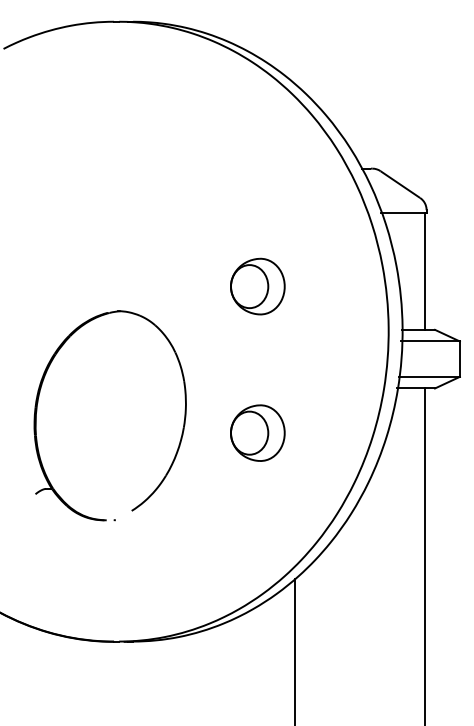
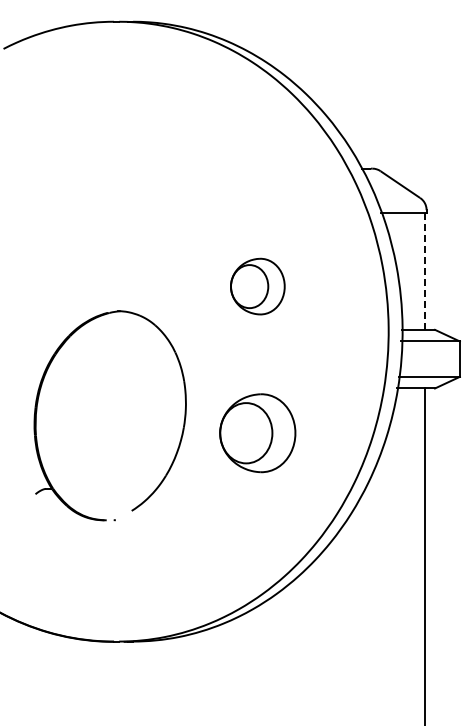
line at (425, 271): solid -> dashed
part at (257, 432) size: 56x58 px -> 78x81 px
line at (294, 650): present -> none
